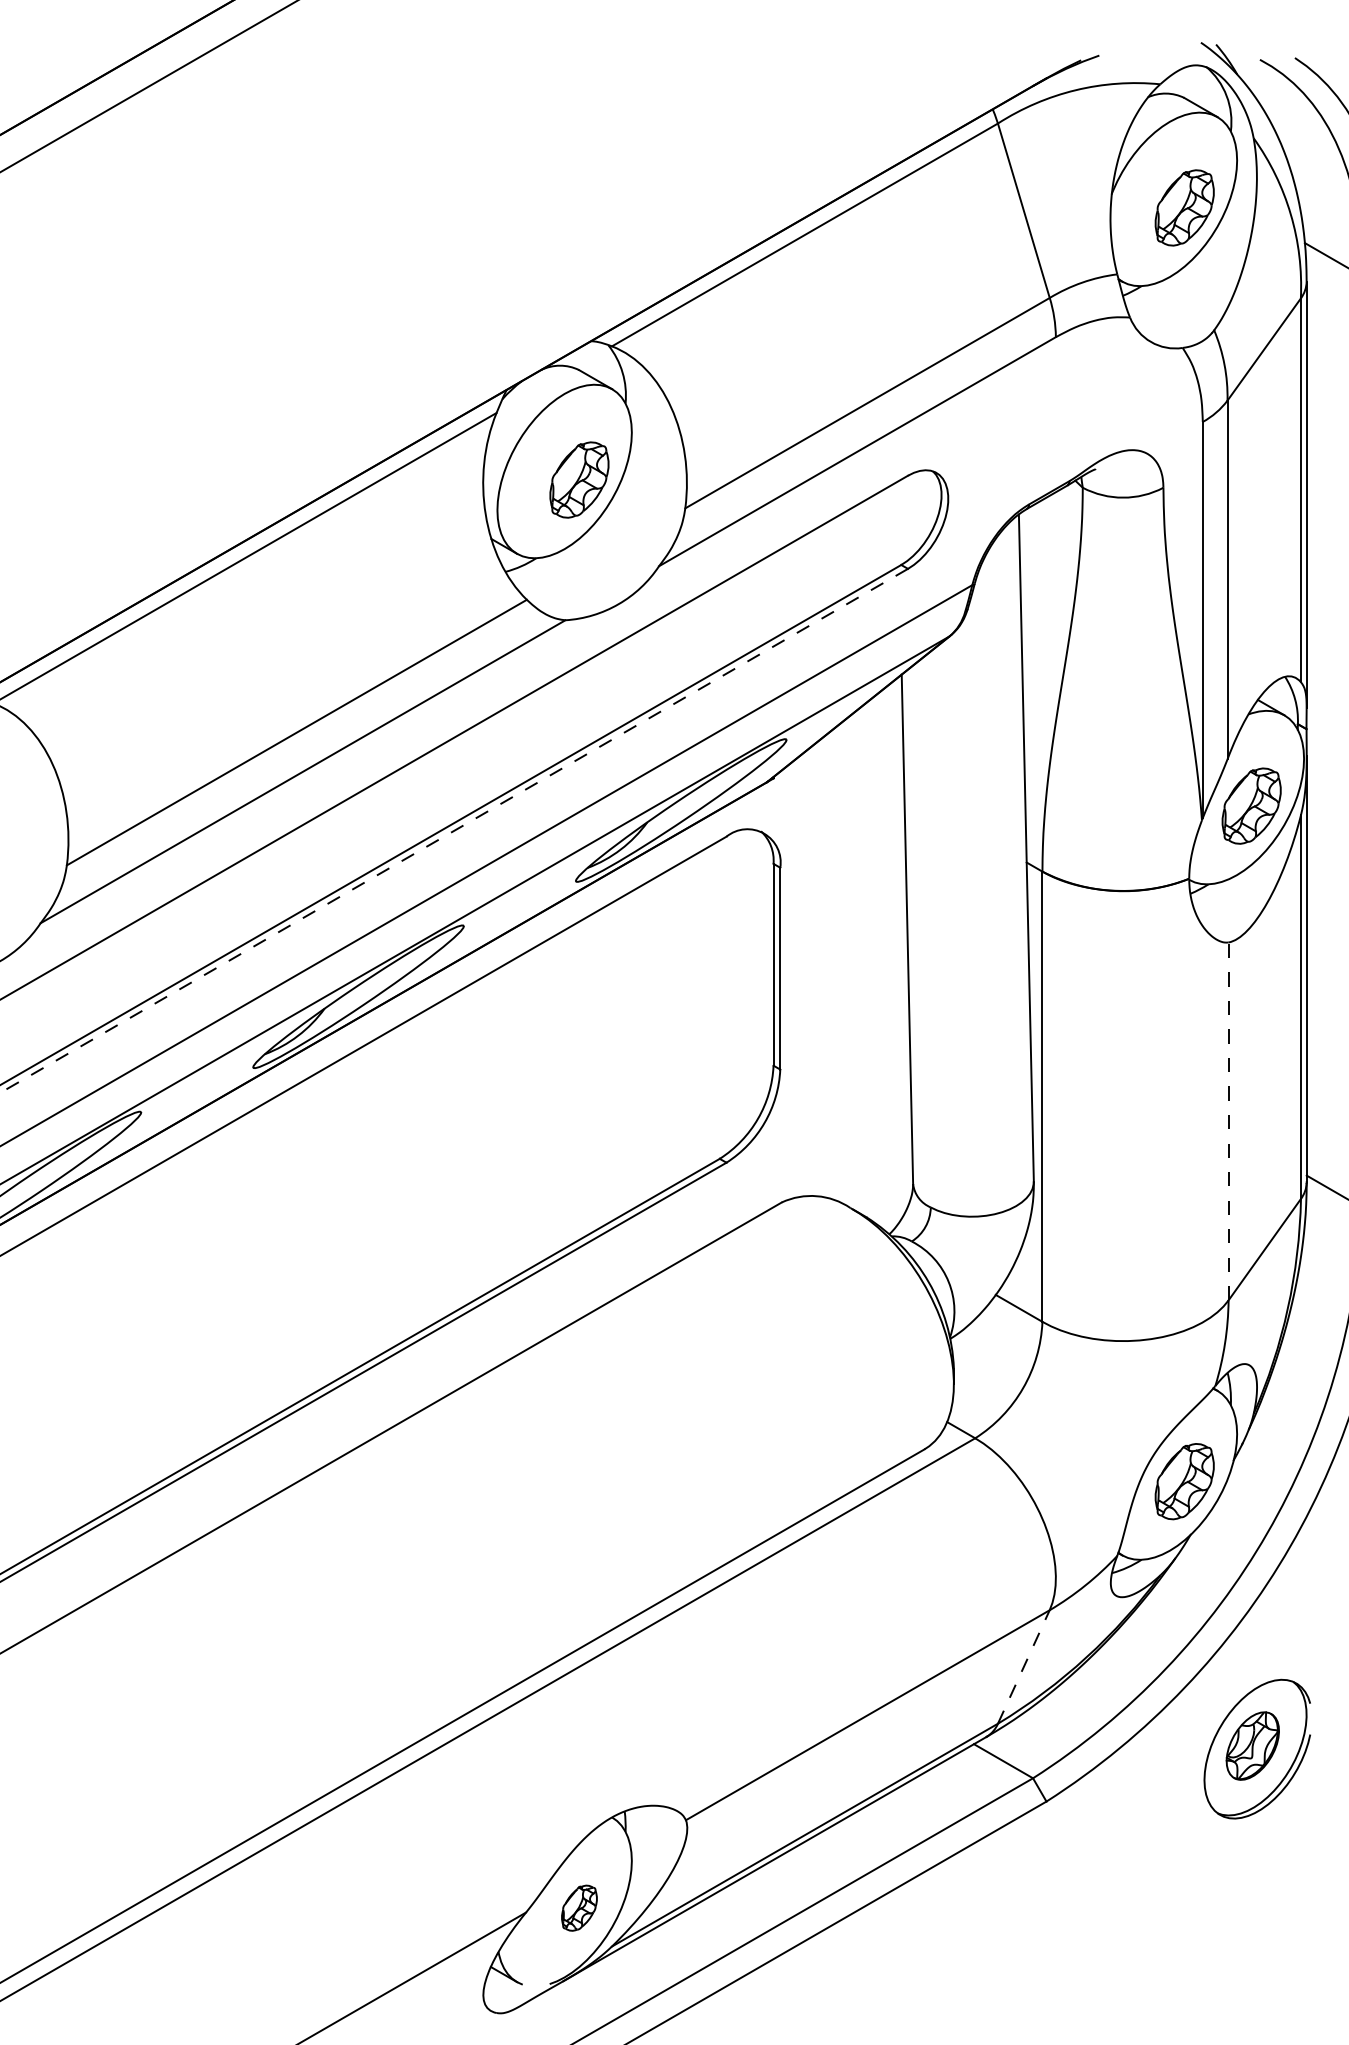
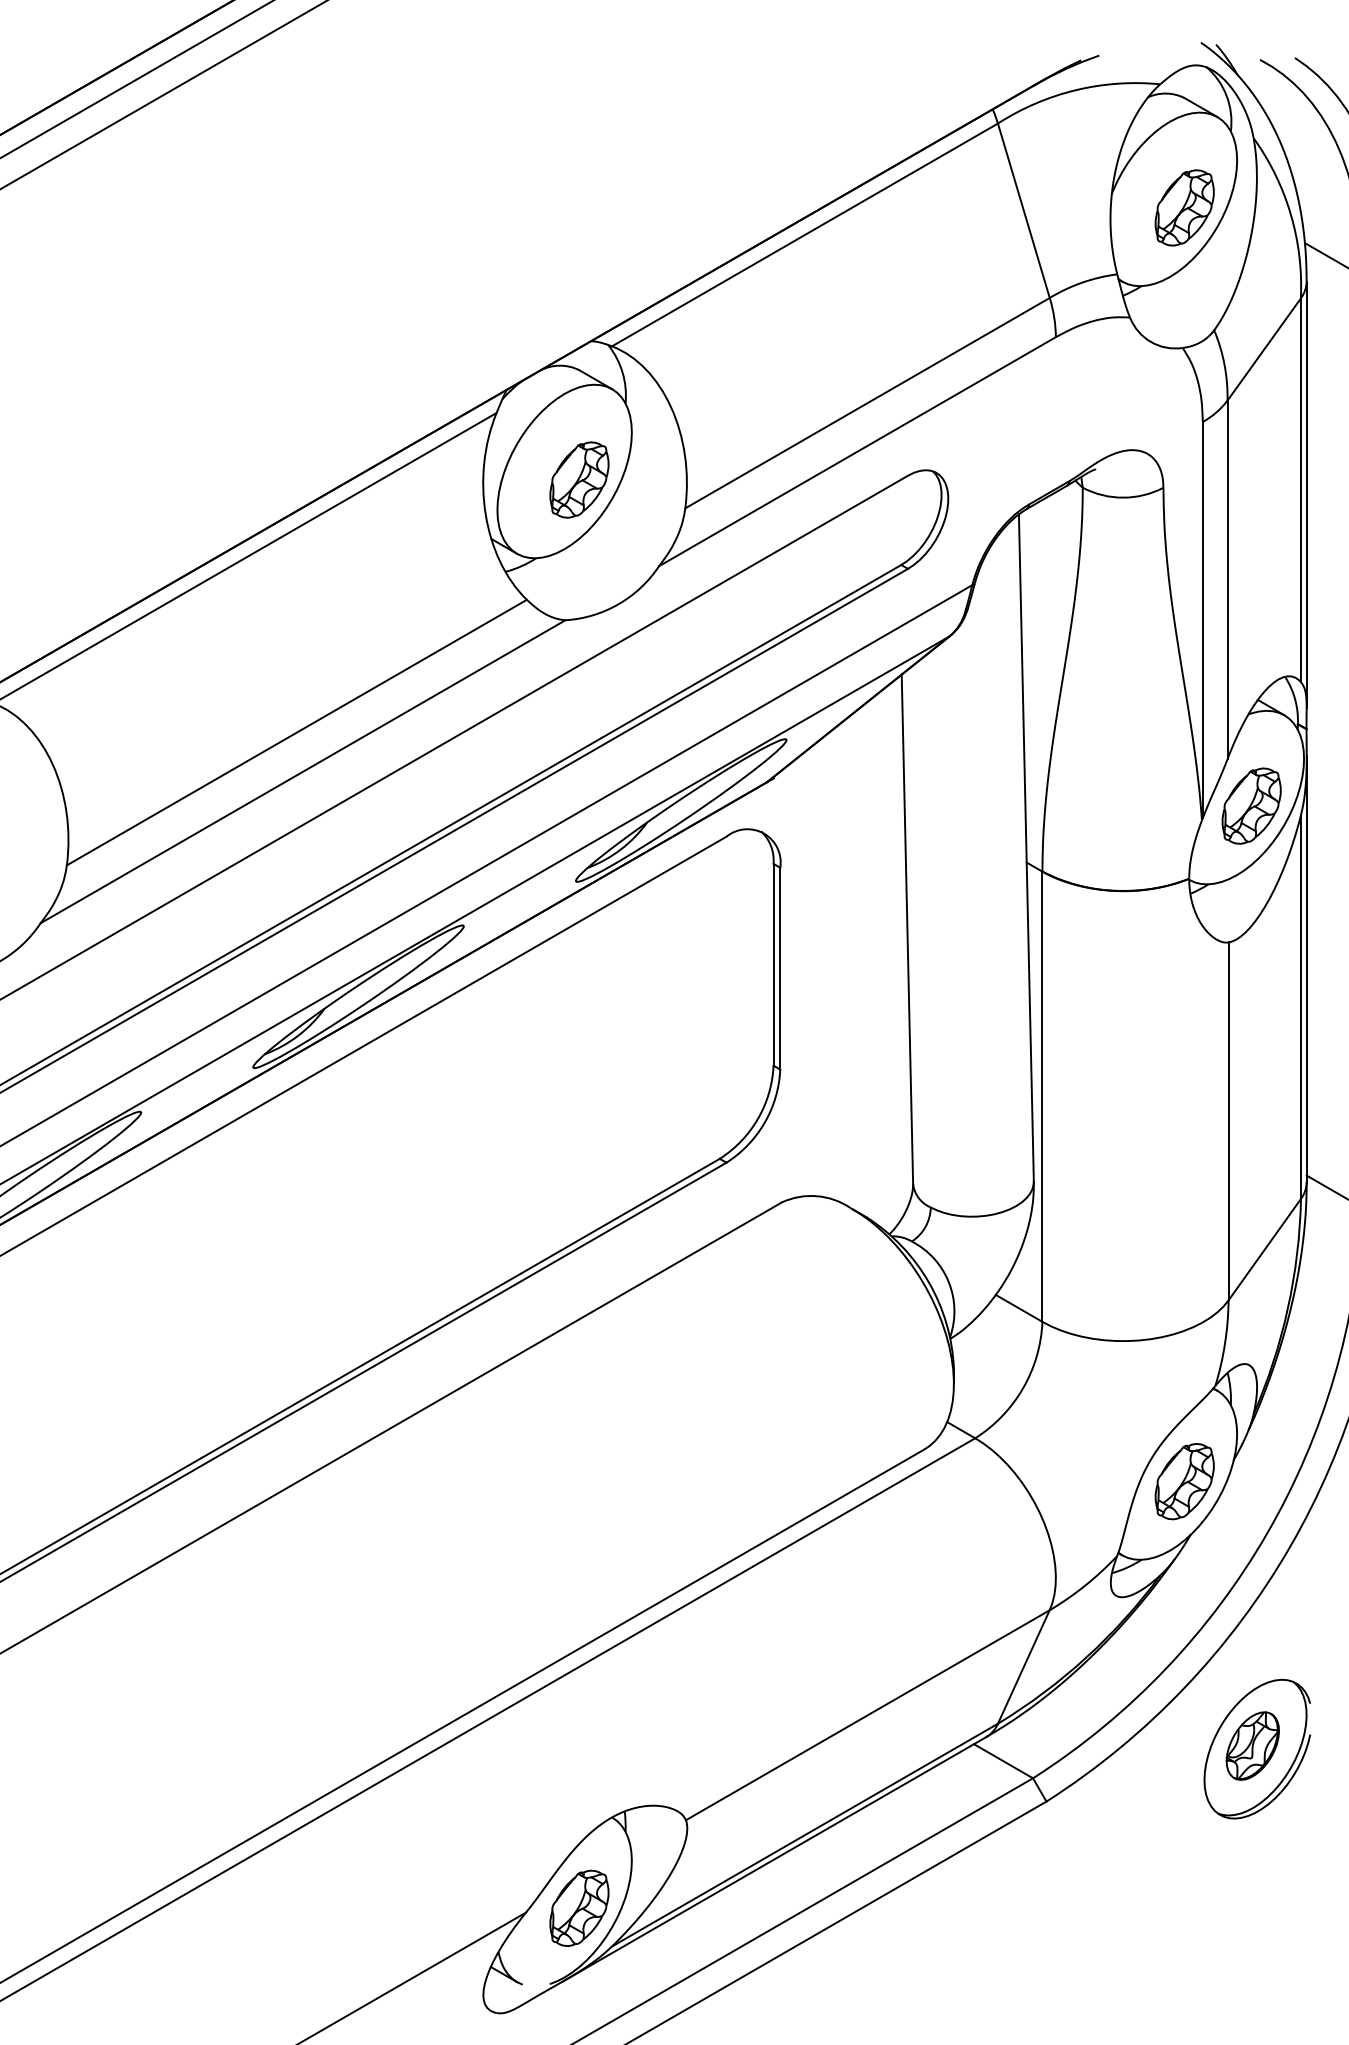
line at (136, 79): none -> present
line at (148, 86) position: (148, 86) -> (163, 94)
line at (453, 831): dashed -> solid
line at (1228, 1121): dashed -> solid
line at (1024, 1666): dashed -> solid
part at (579, 1907) size: 37x48 px -> 61x78 px
